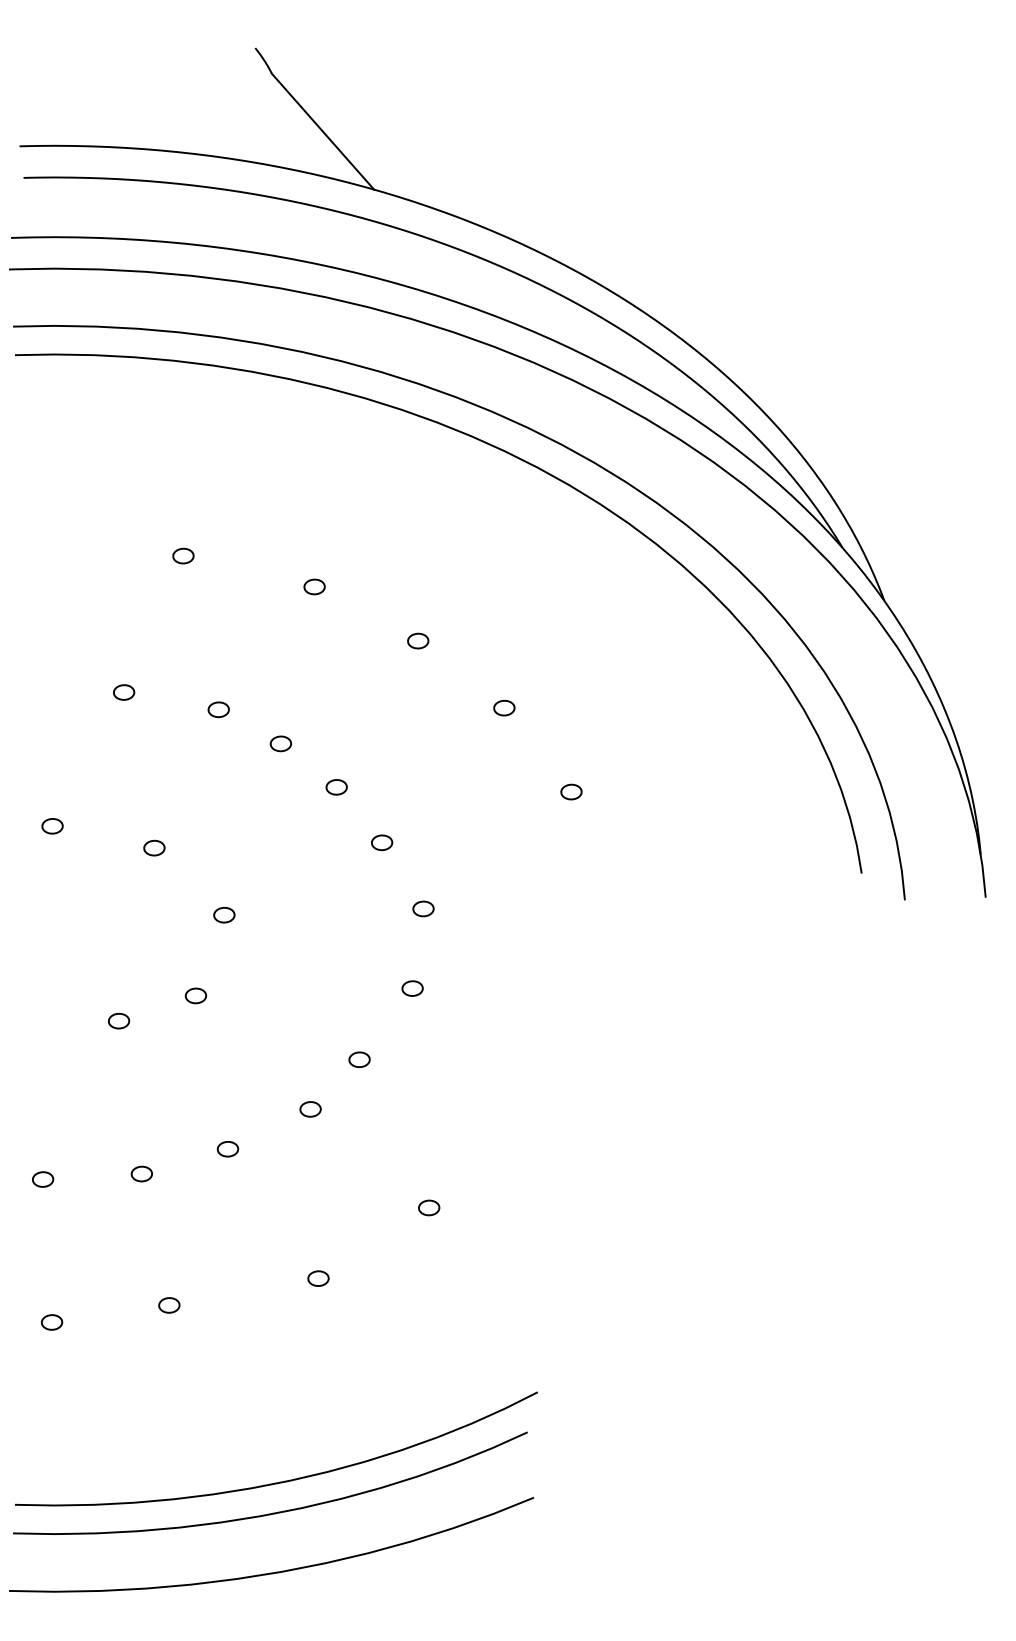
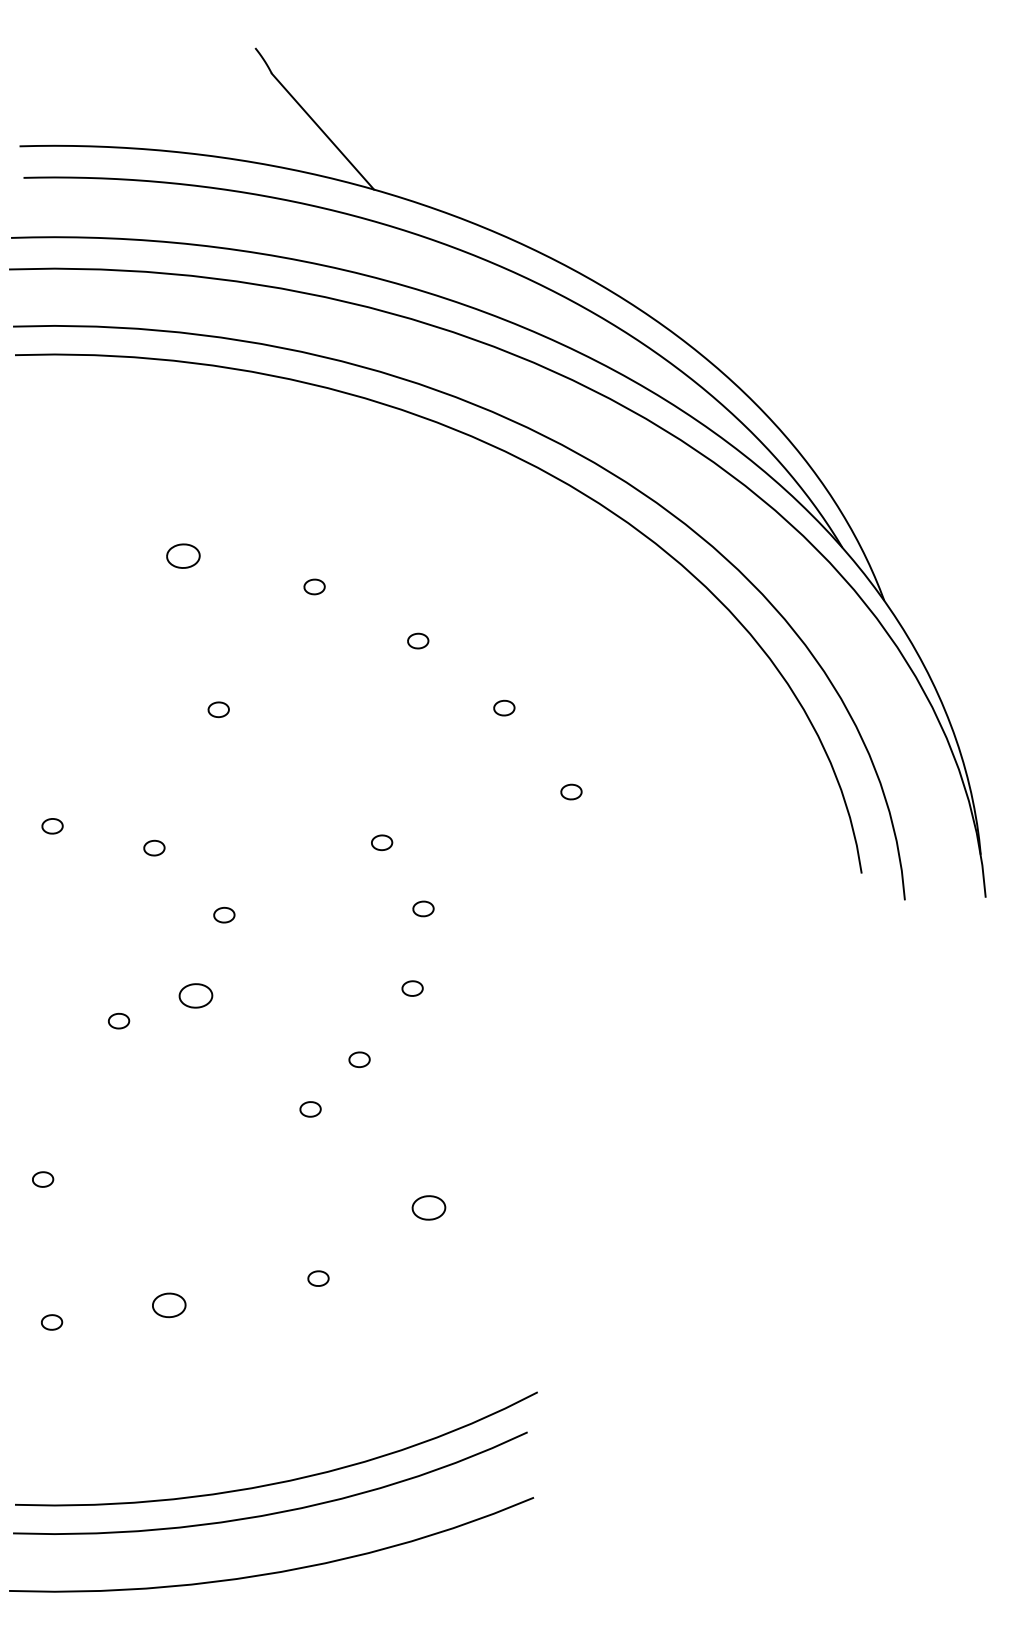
part at (183, 555) size: 23x18 px -> 35x26 px
part at (124, 692): present -> none
part at (280, 743): present -> none
part at (336, 787): present -> none
part at (195, 995) size: 24x18 px -> 36x26 px
part at (227, 1149): present -> none
part at (141, 1173): present -> none
part at (429, 1207) size: 23x18 px -> 36x26 px
part at (169, 1305) size: 23x17 px -> 35x27 px
